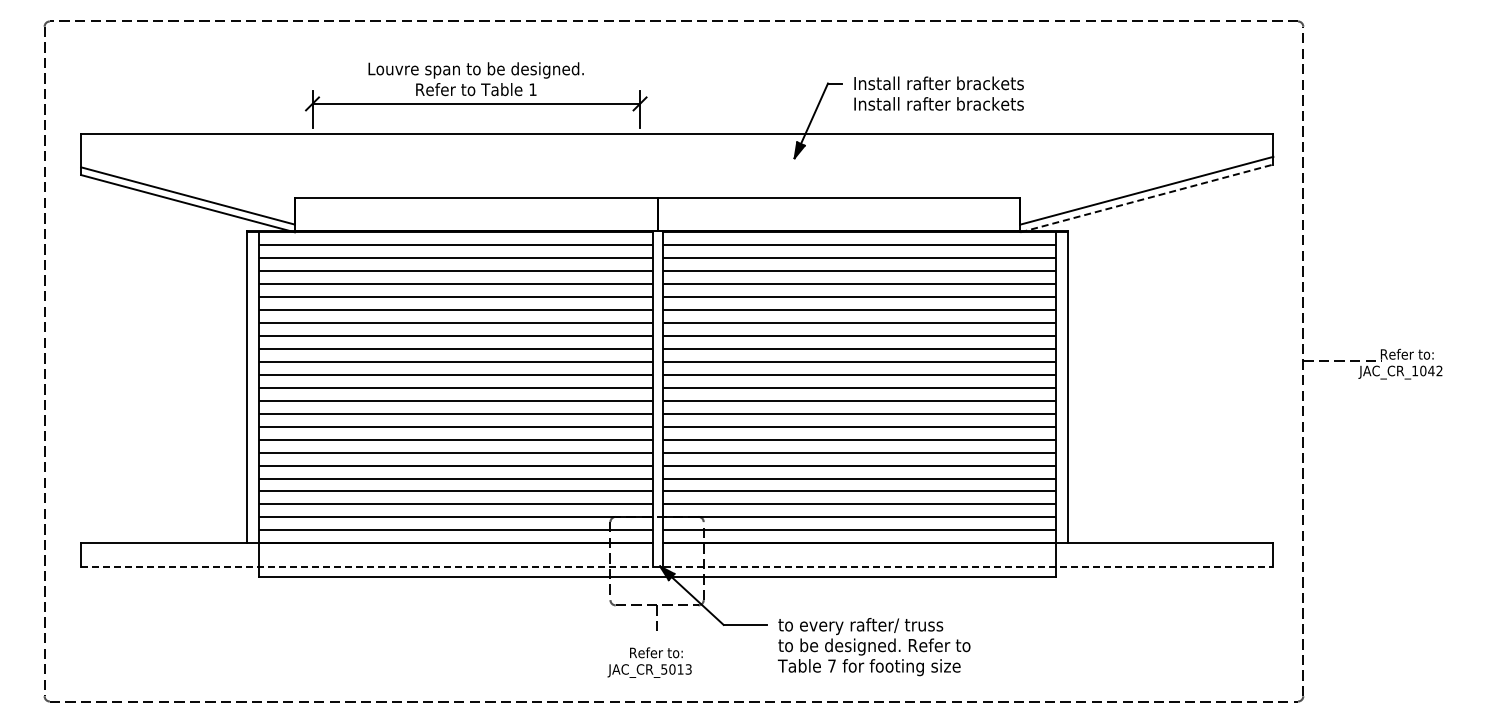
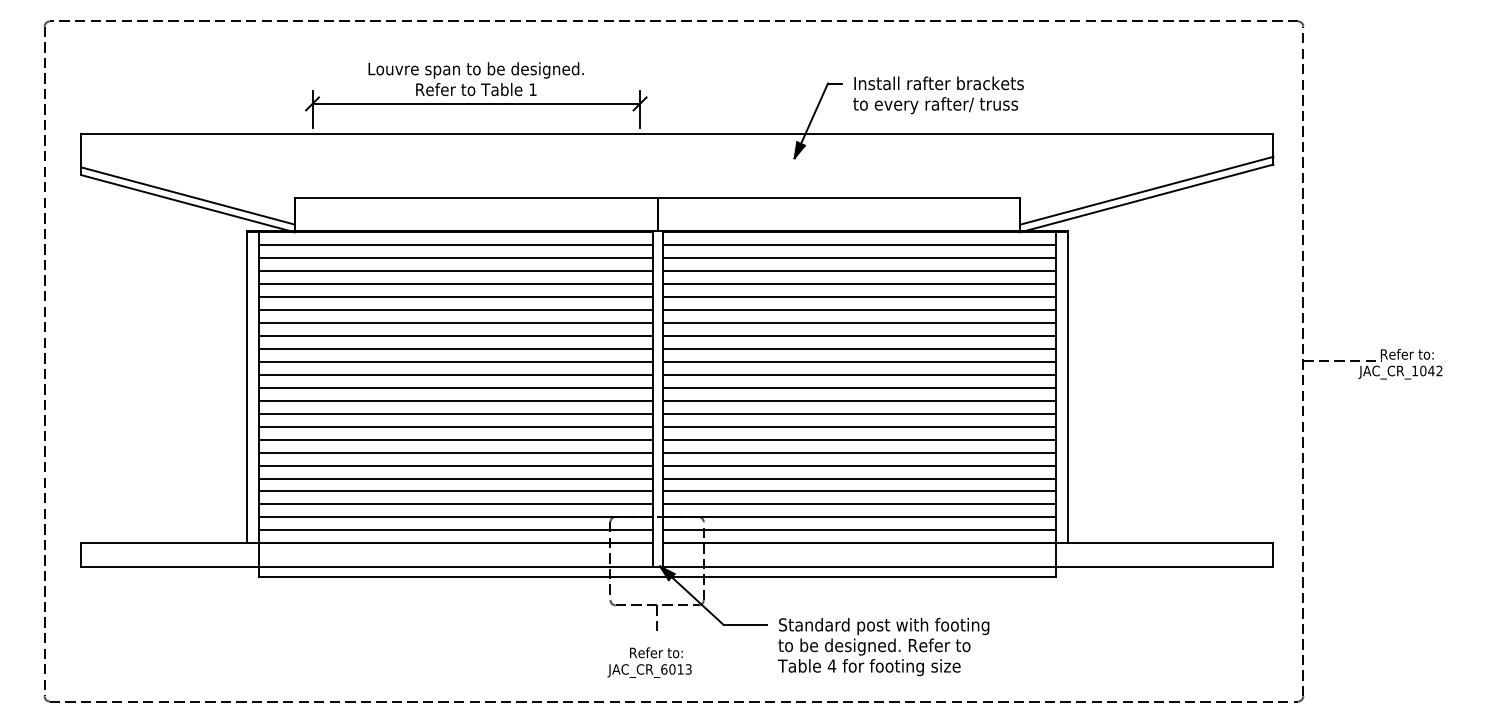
text at (938, 105): Install rafter brackets -> to every rafter/ truss
line at (1146, 198): dashed -> solid
line at (677, 567): dashed -> solid
text at (883, 626): to every rafter/ truss -> Standard post with footing
text at (831, 665): 7 -> 4
text at (664, 669): JAC_CR_5013 -> JAC_CR_6013
